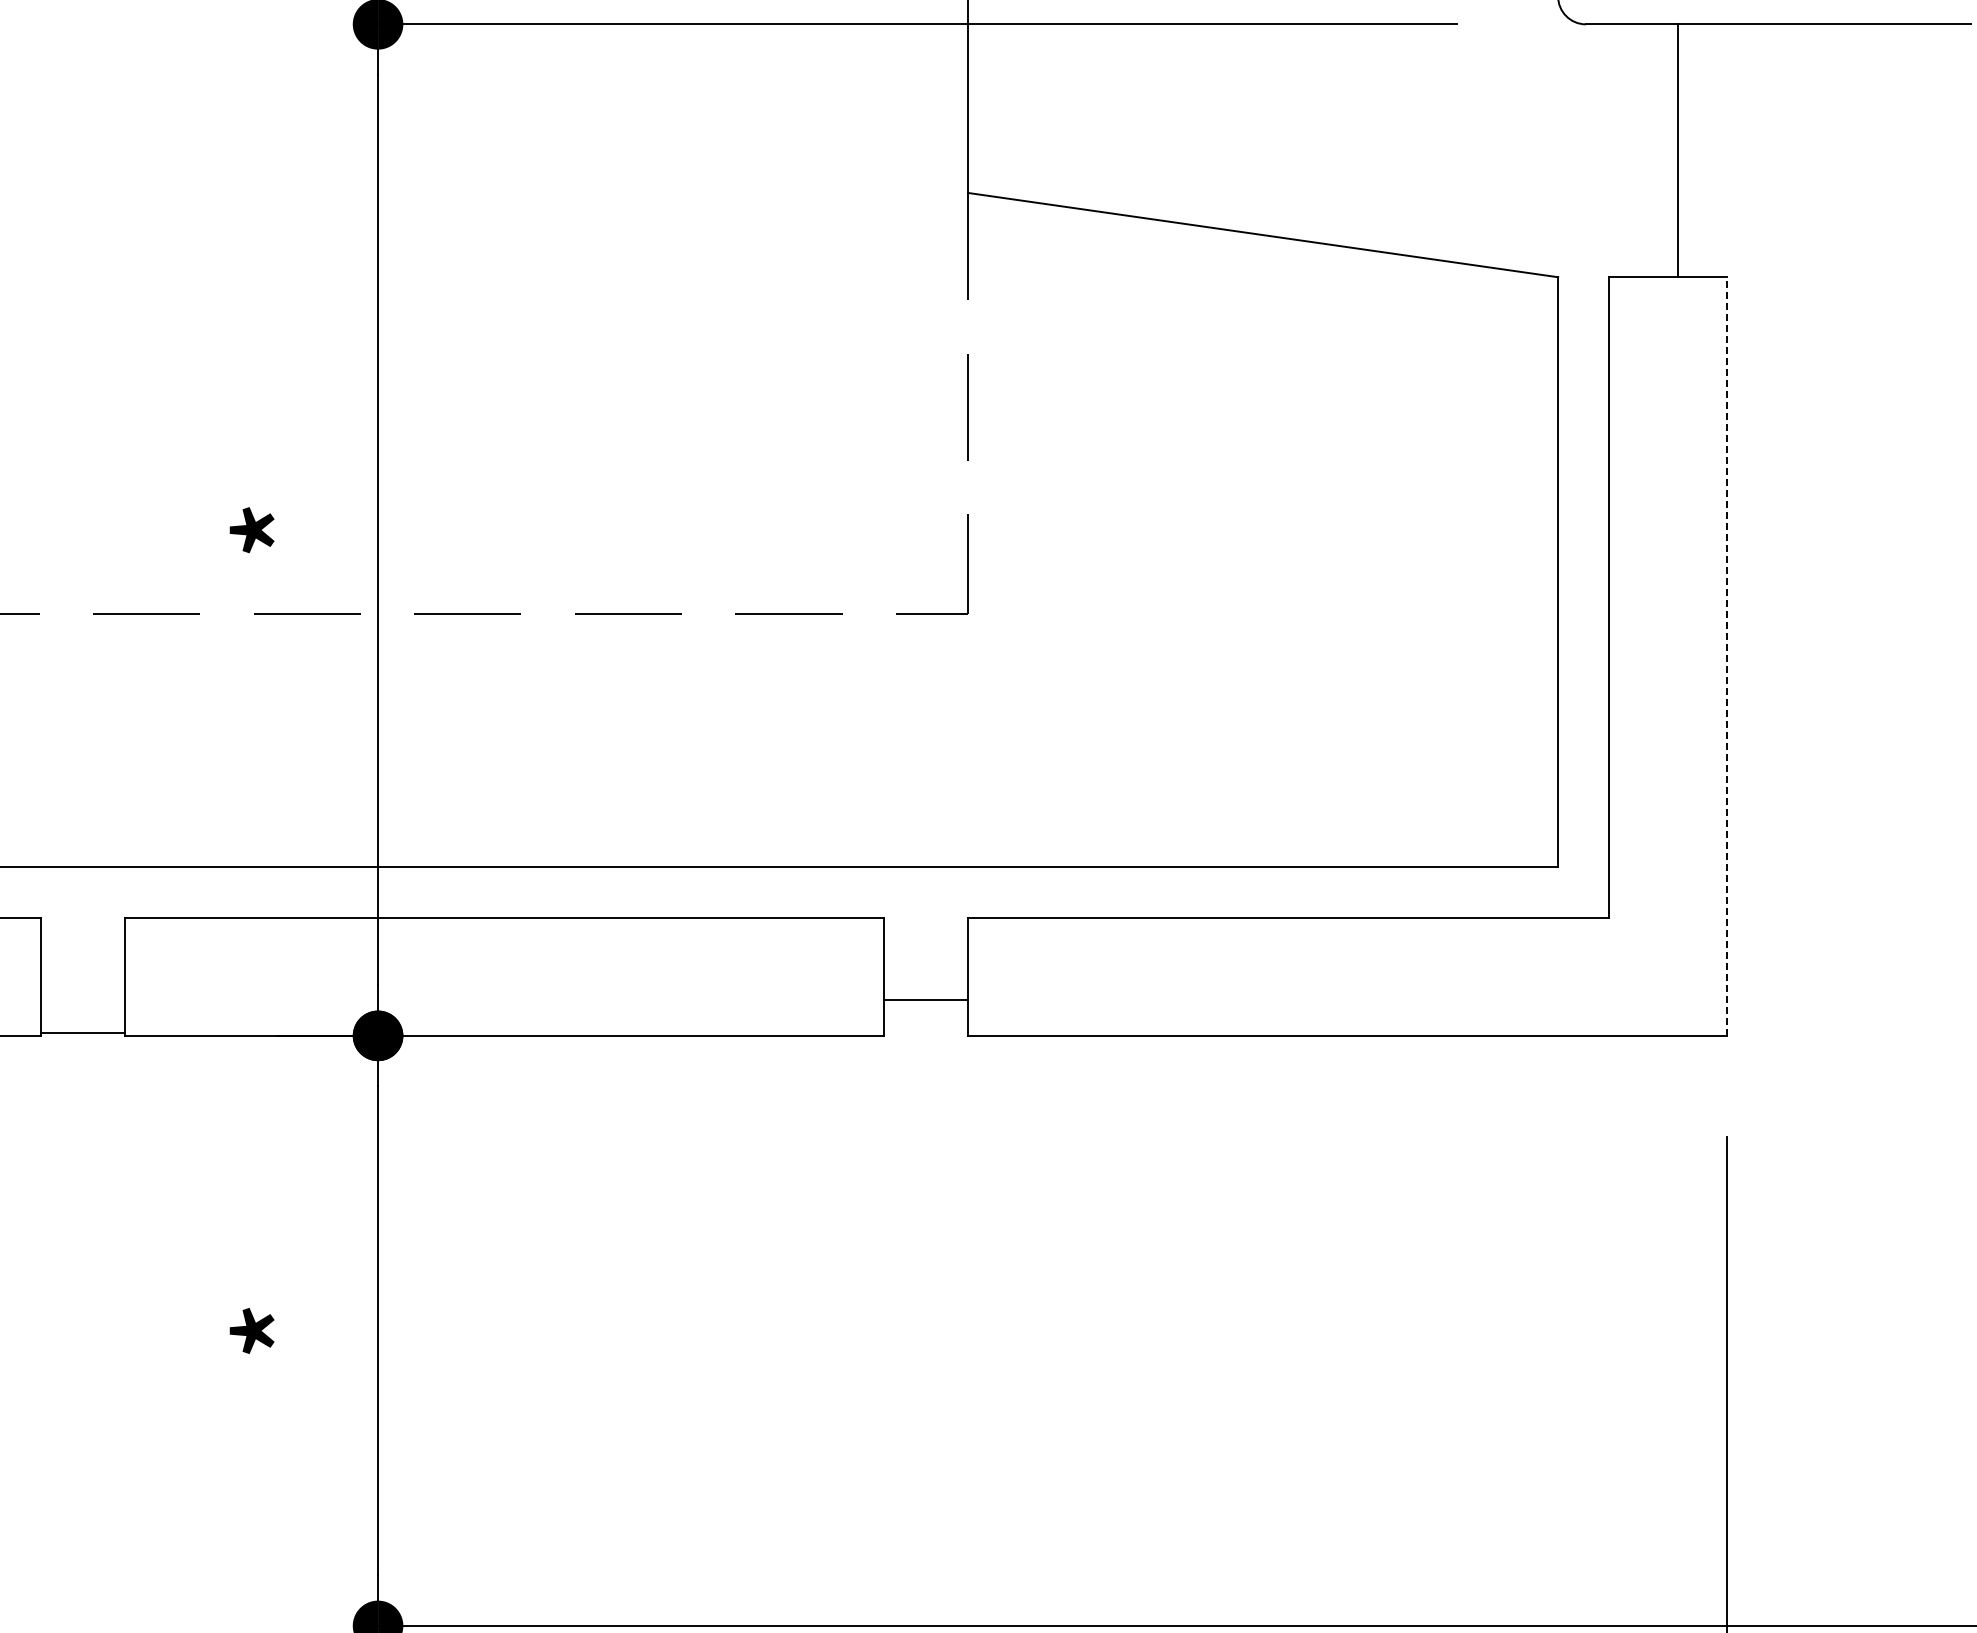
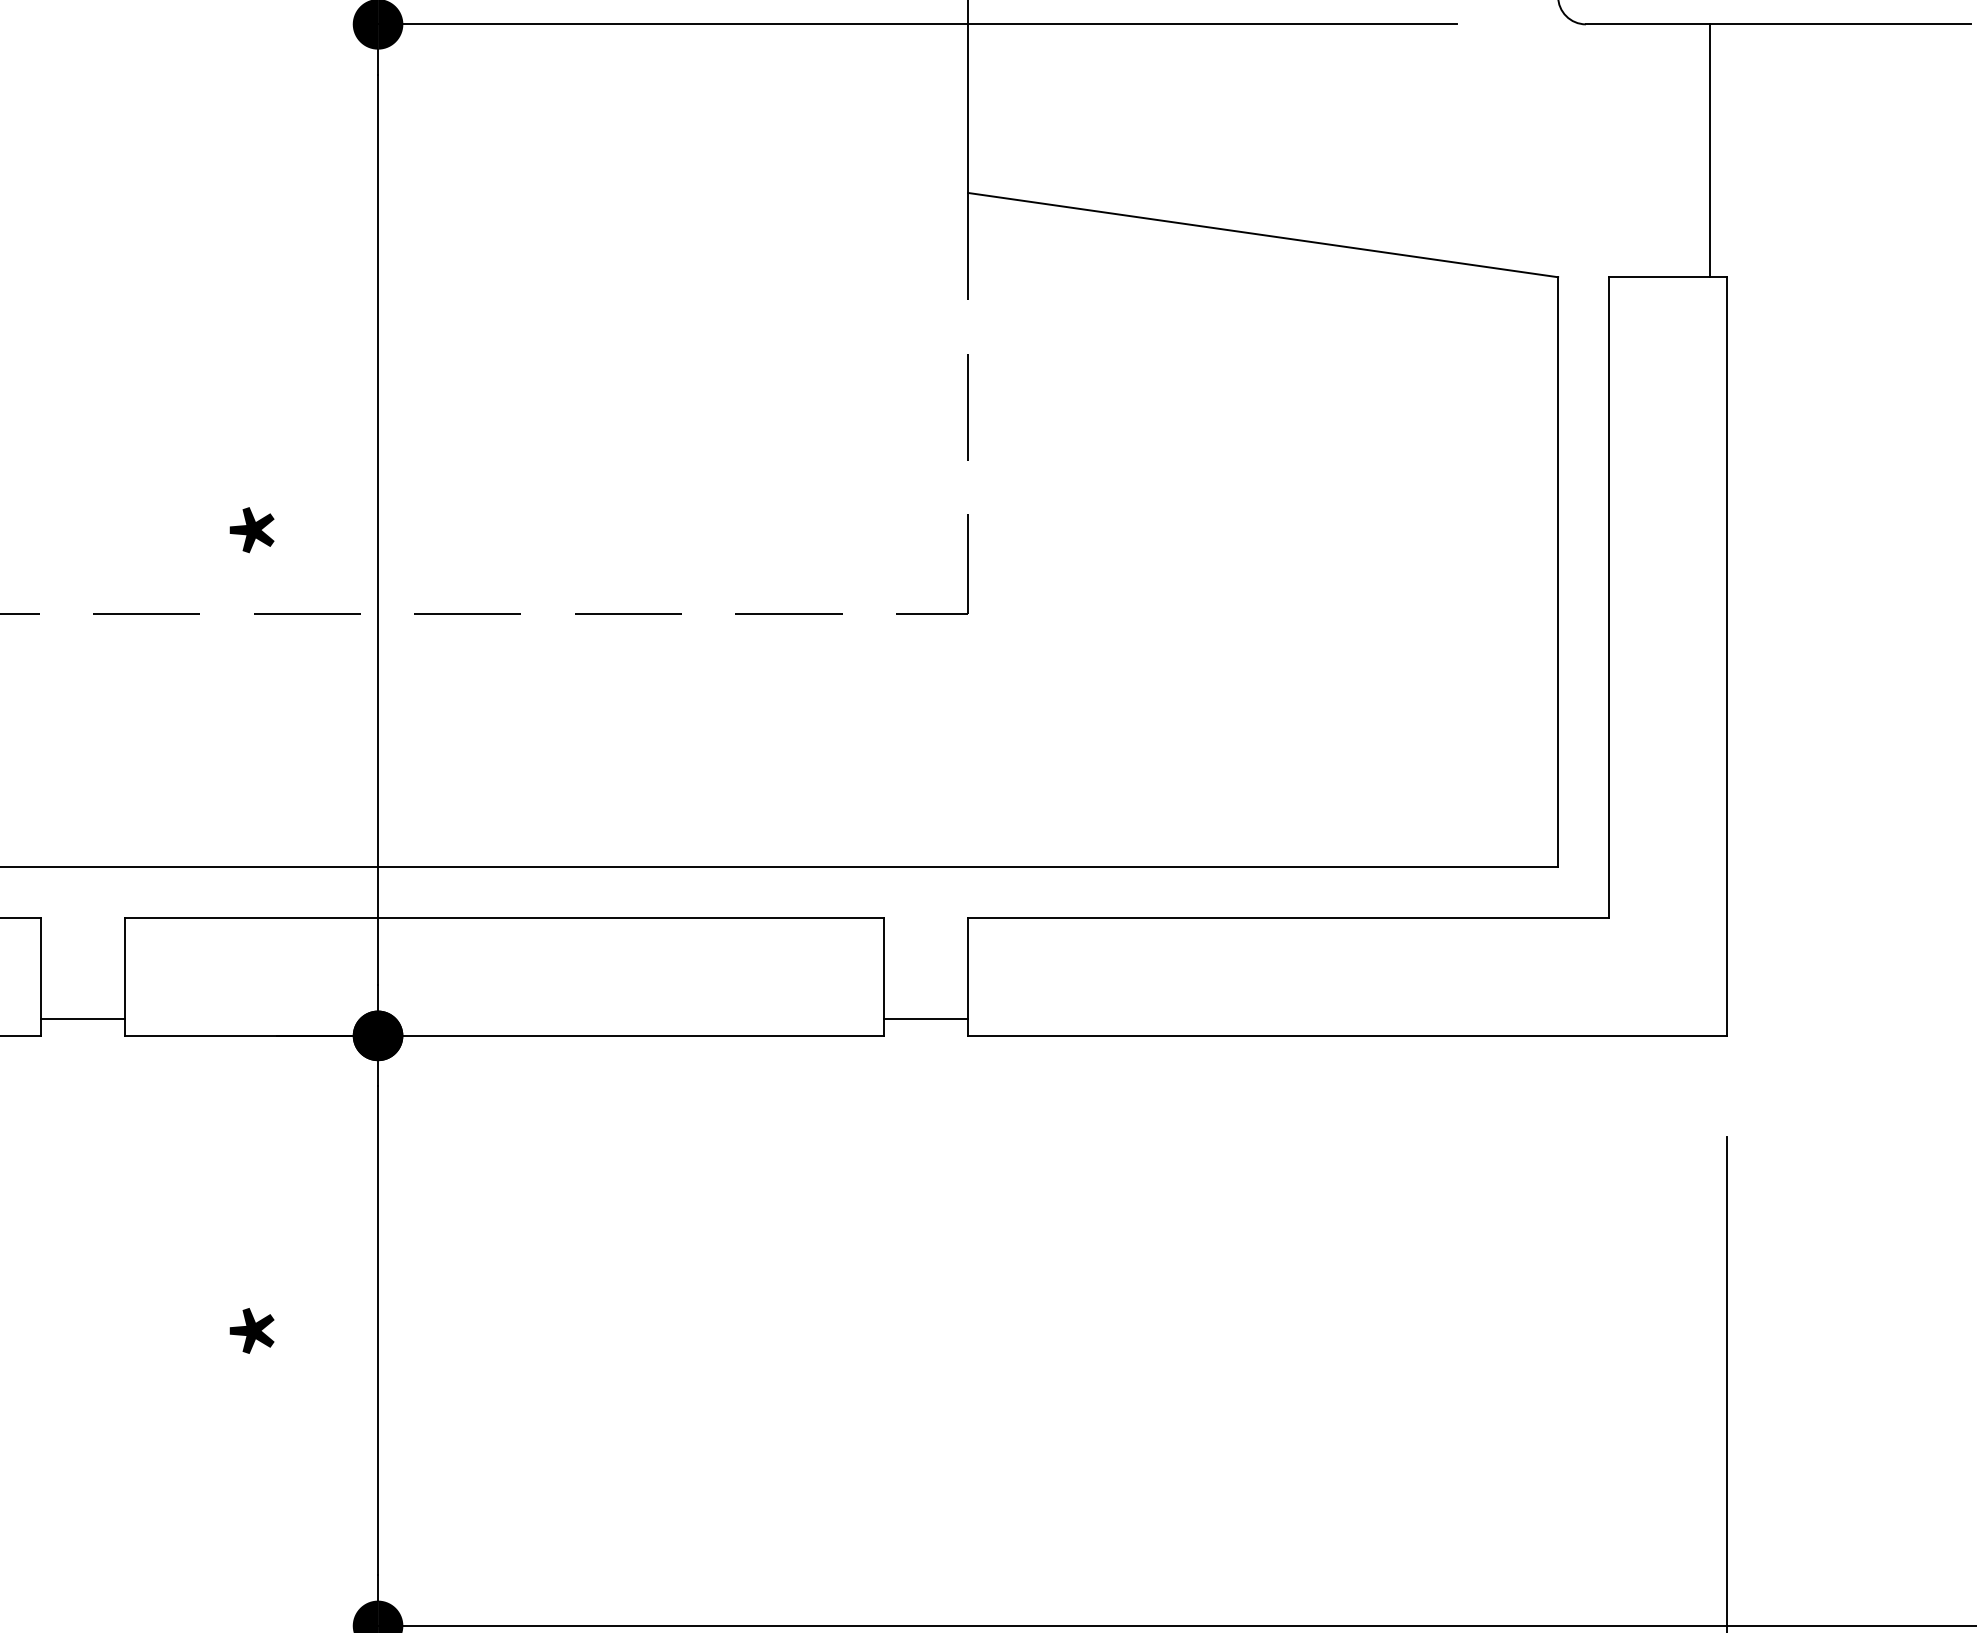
line at (1677, 150) position: (1677, 150) -> (1709, 150)
line at (1726, 656): dashed -> solid
line at (925, 1000) position: (925, 1000) -> (925, 1019)
line at (82, 1033) position: (82, 1033) -> (82, 1019)
